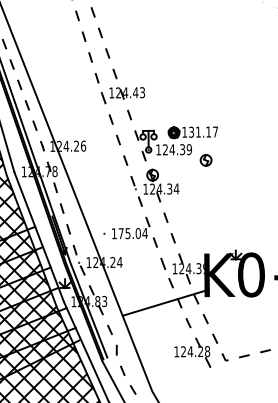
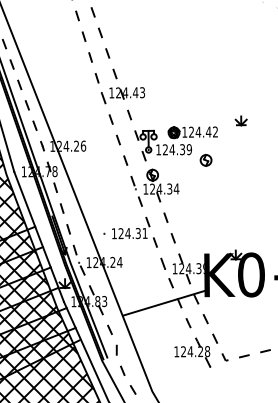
part at (240, 120): none -> present
text at (203, 131): 131.17 -> 124.42
text at (132, 233): 175.04 -> 124.31
